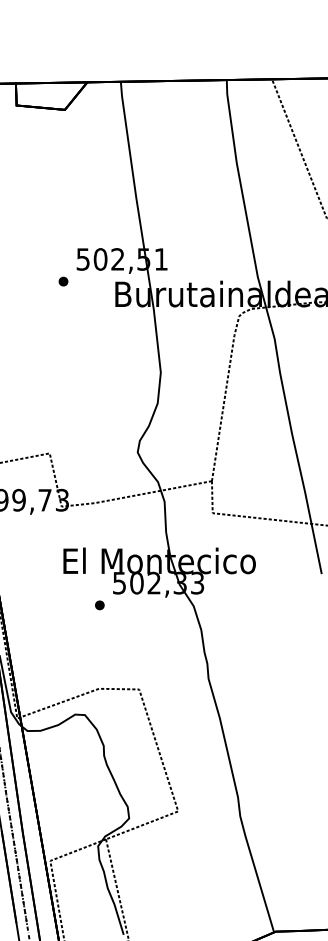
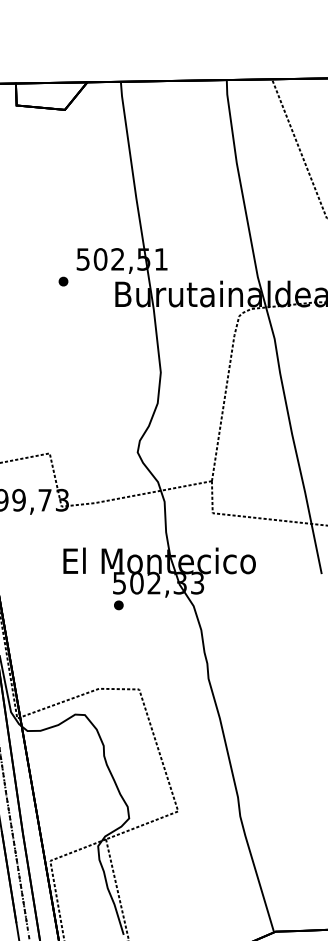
part at (99, 605) position: (99, 605) -> (118, 605)
